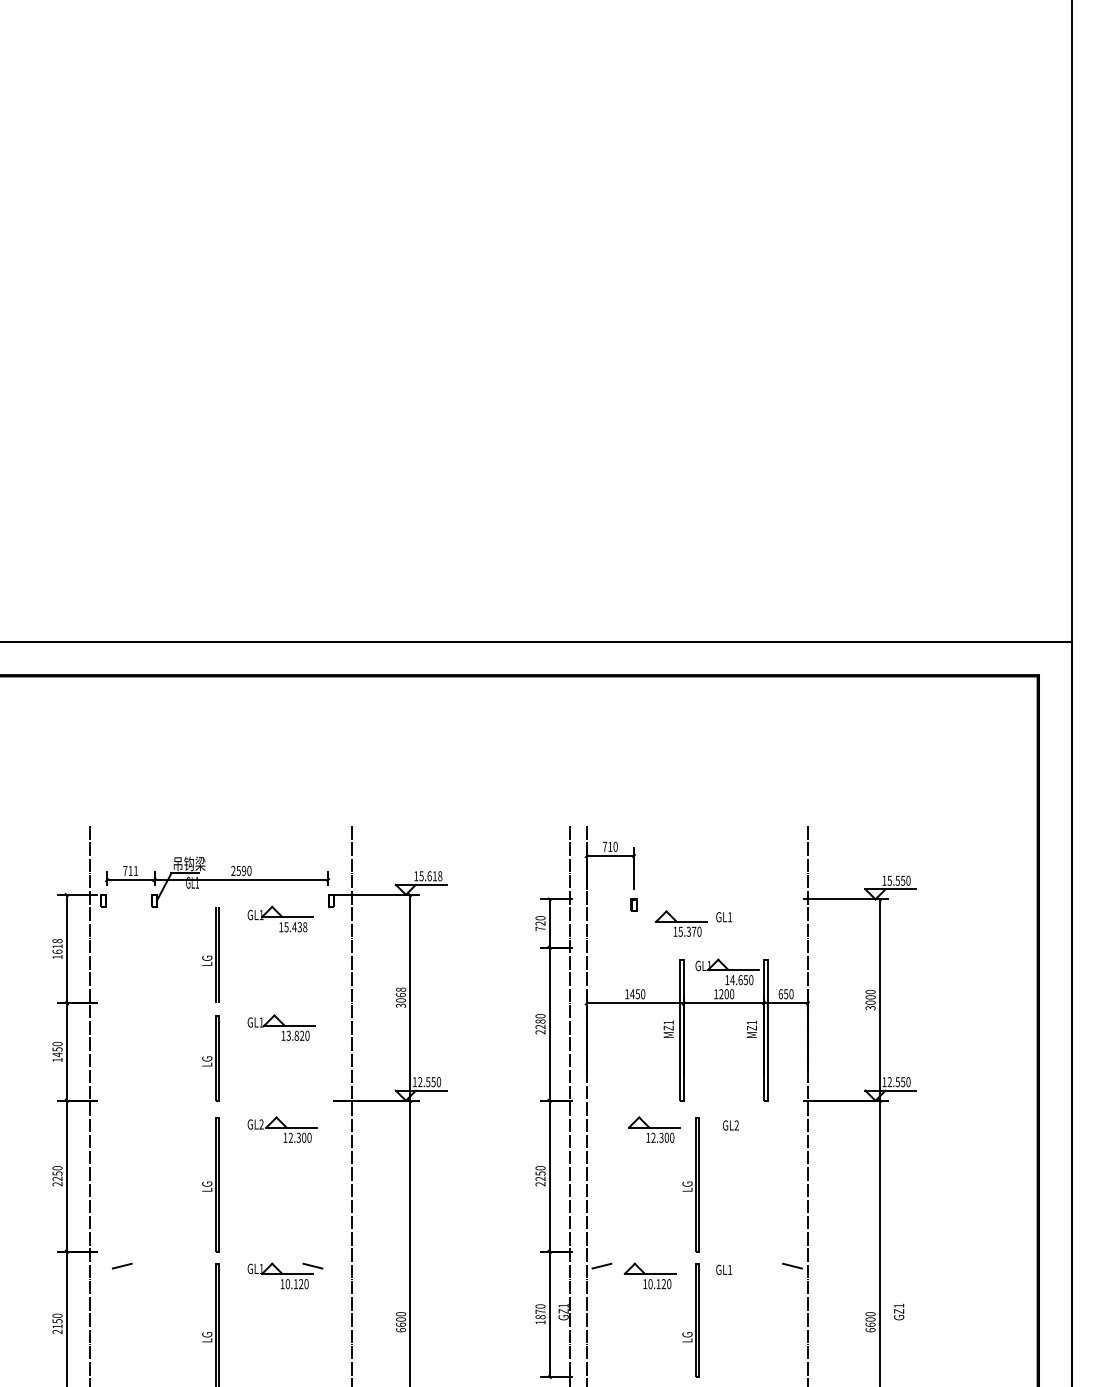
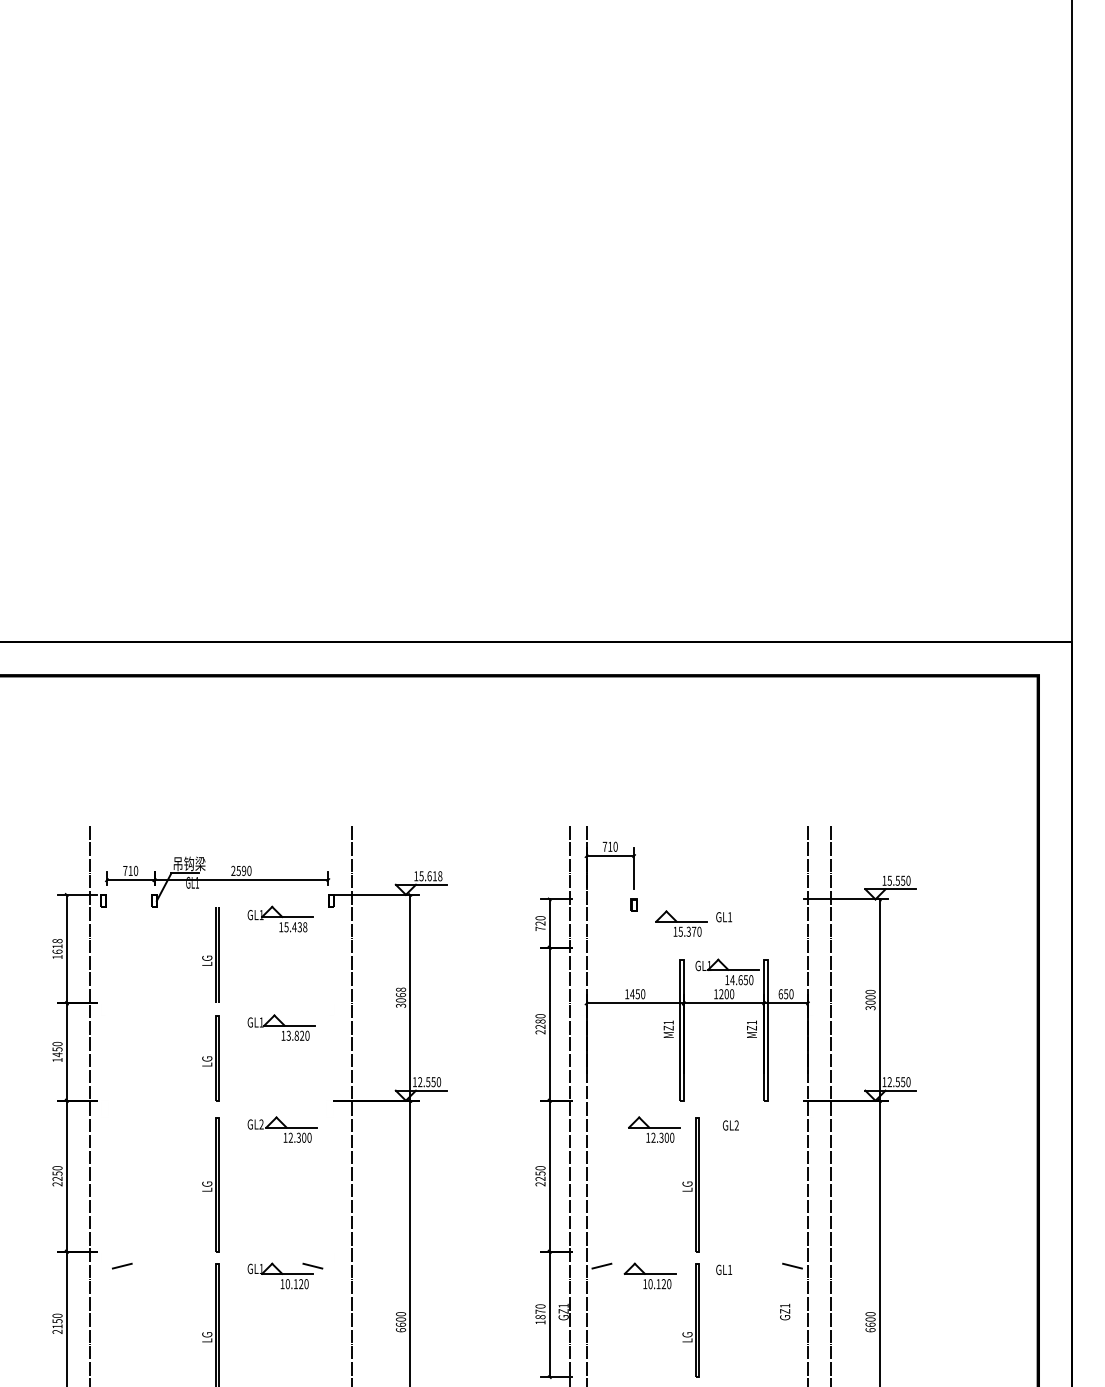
text at (135, 870): 711 -> 710
line at (831, 1104): none -> present
text at (899, 1311) position: (899, 1311) -> (785, 1311)
